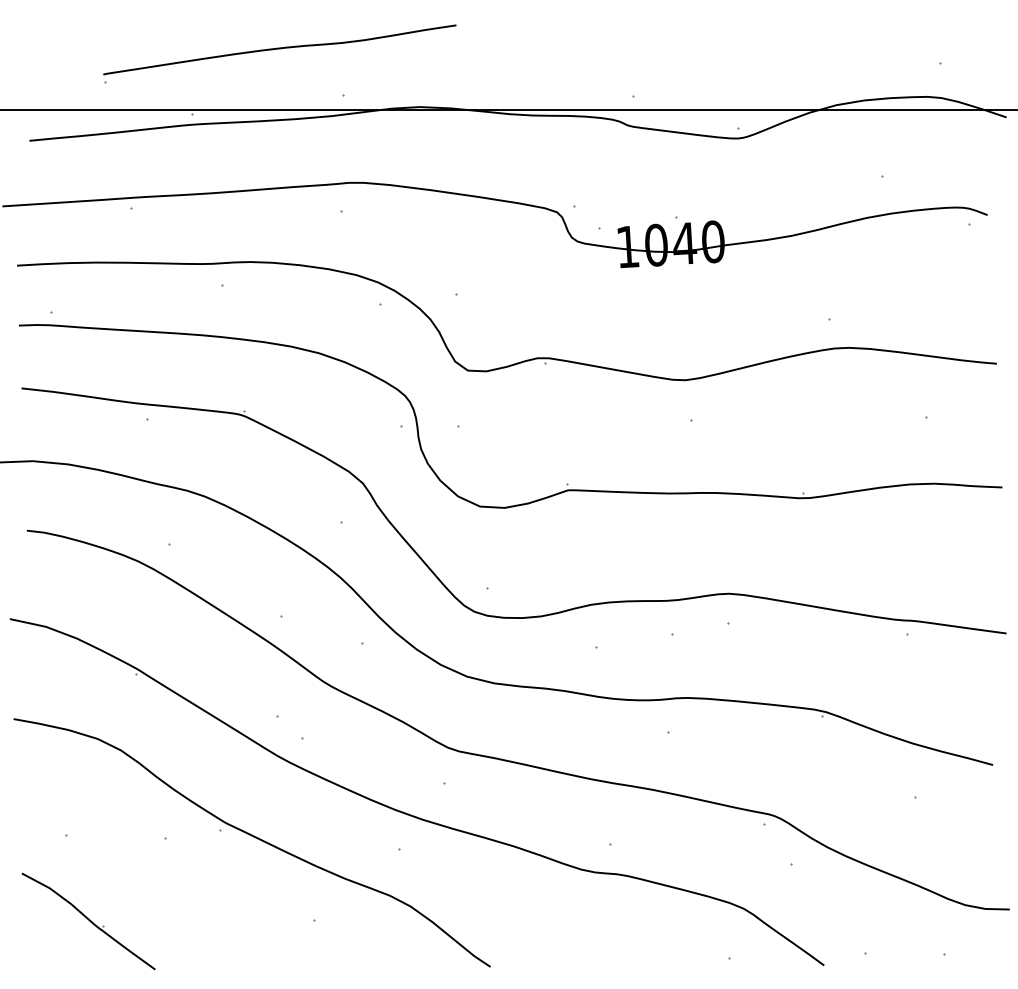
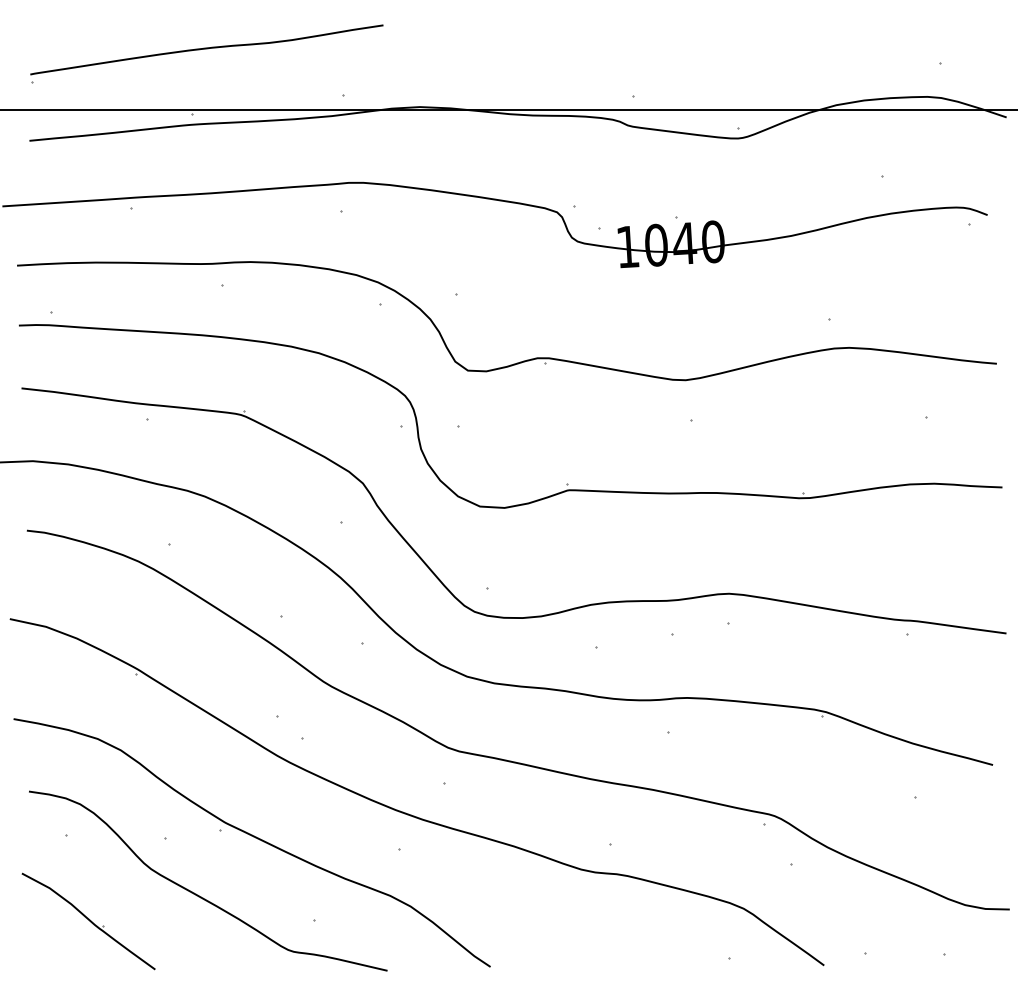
part at (279, 53) position: (279, 53) -> (206, 53)
curve at (201, 896): none -> present
